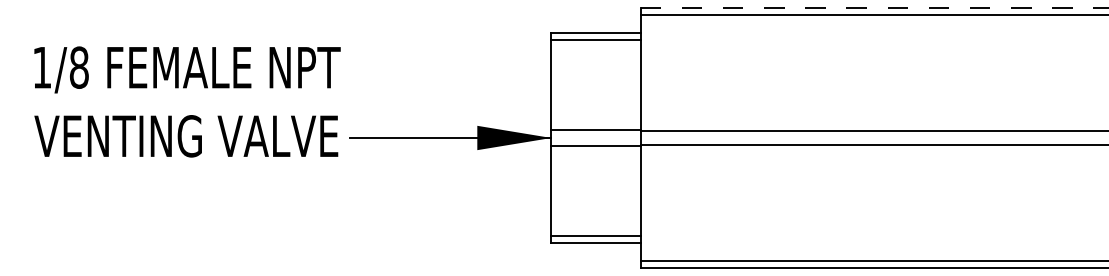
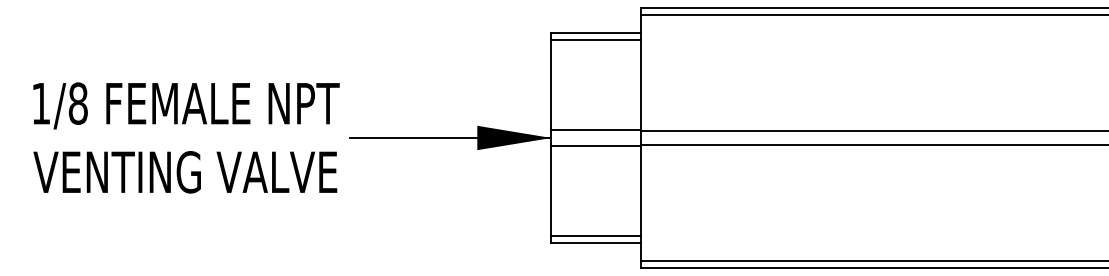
line at (874, 8): dashed -> solid
text at (187, 101) position: (187, 101) -> (186, 137)
